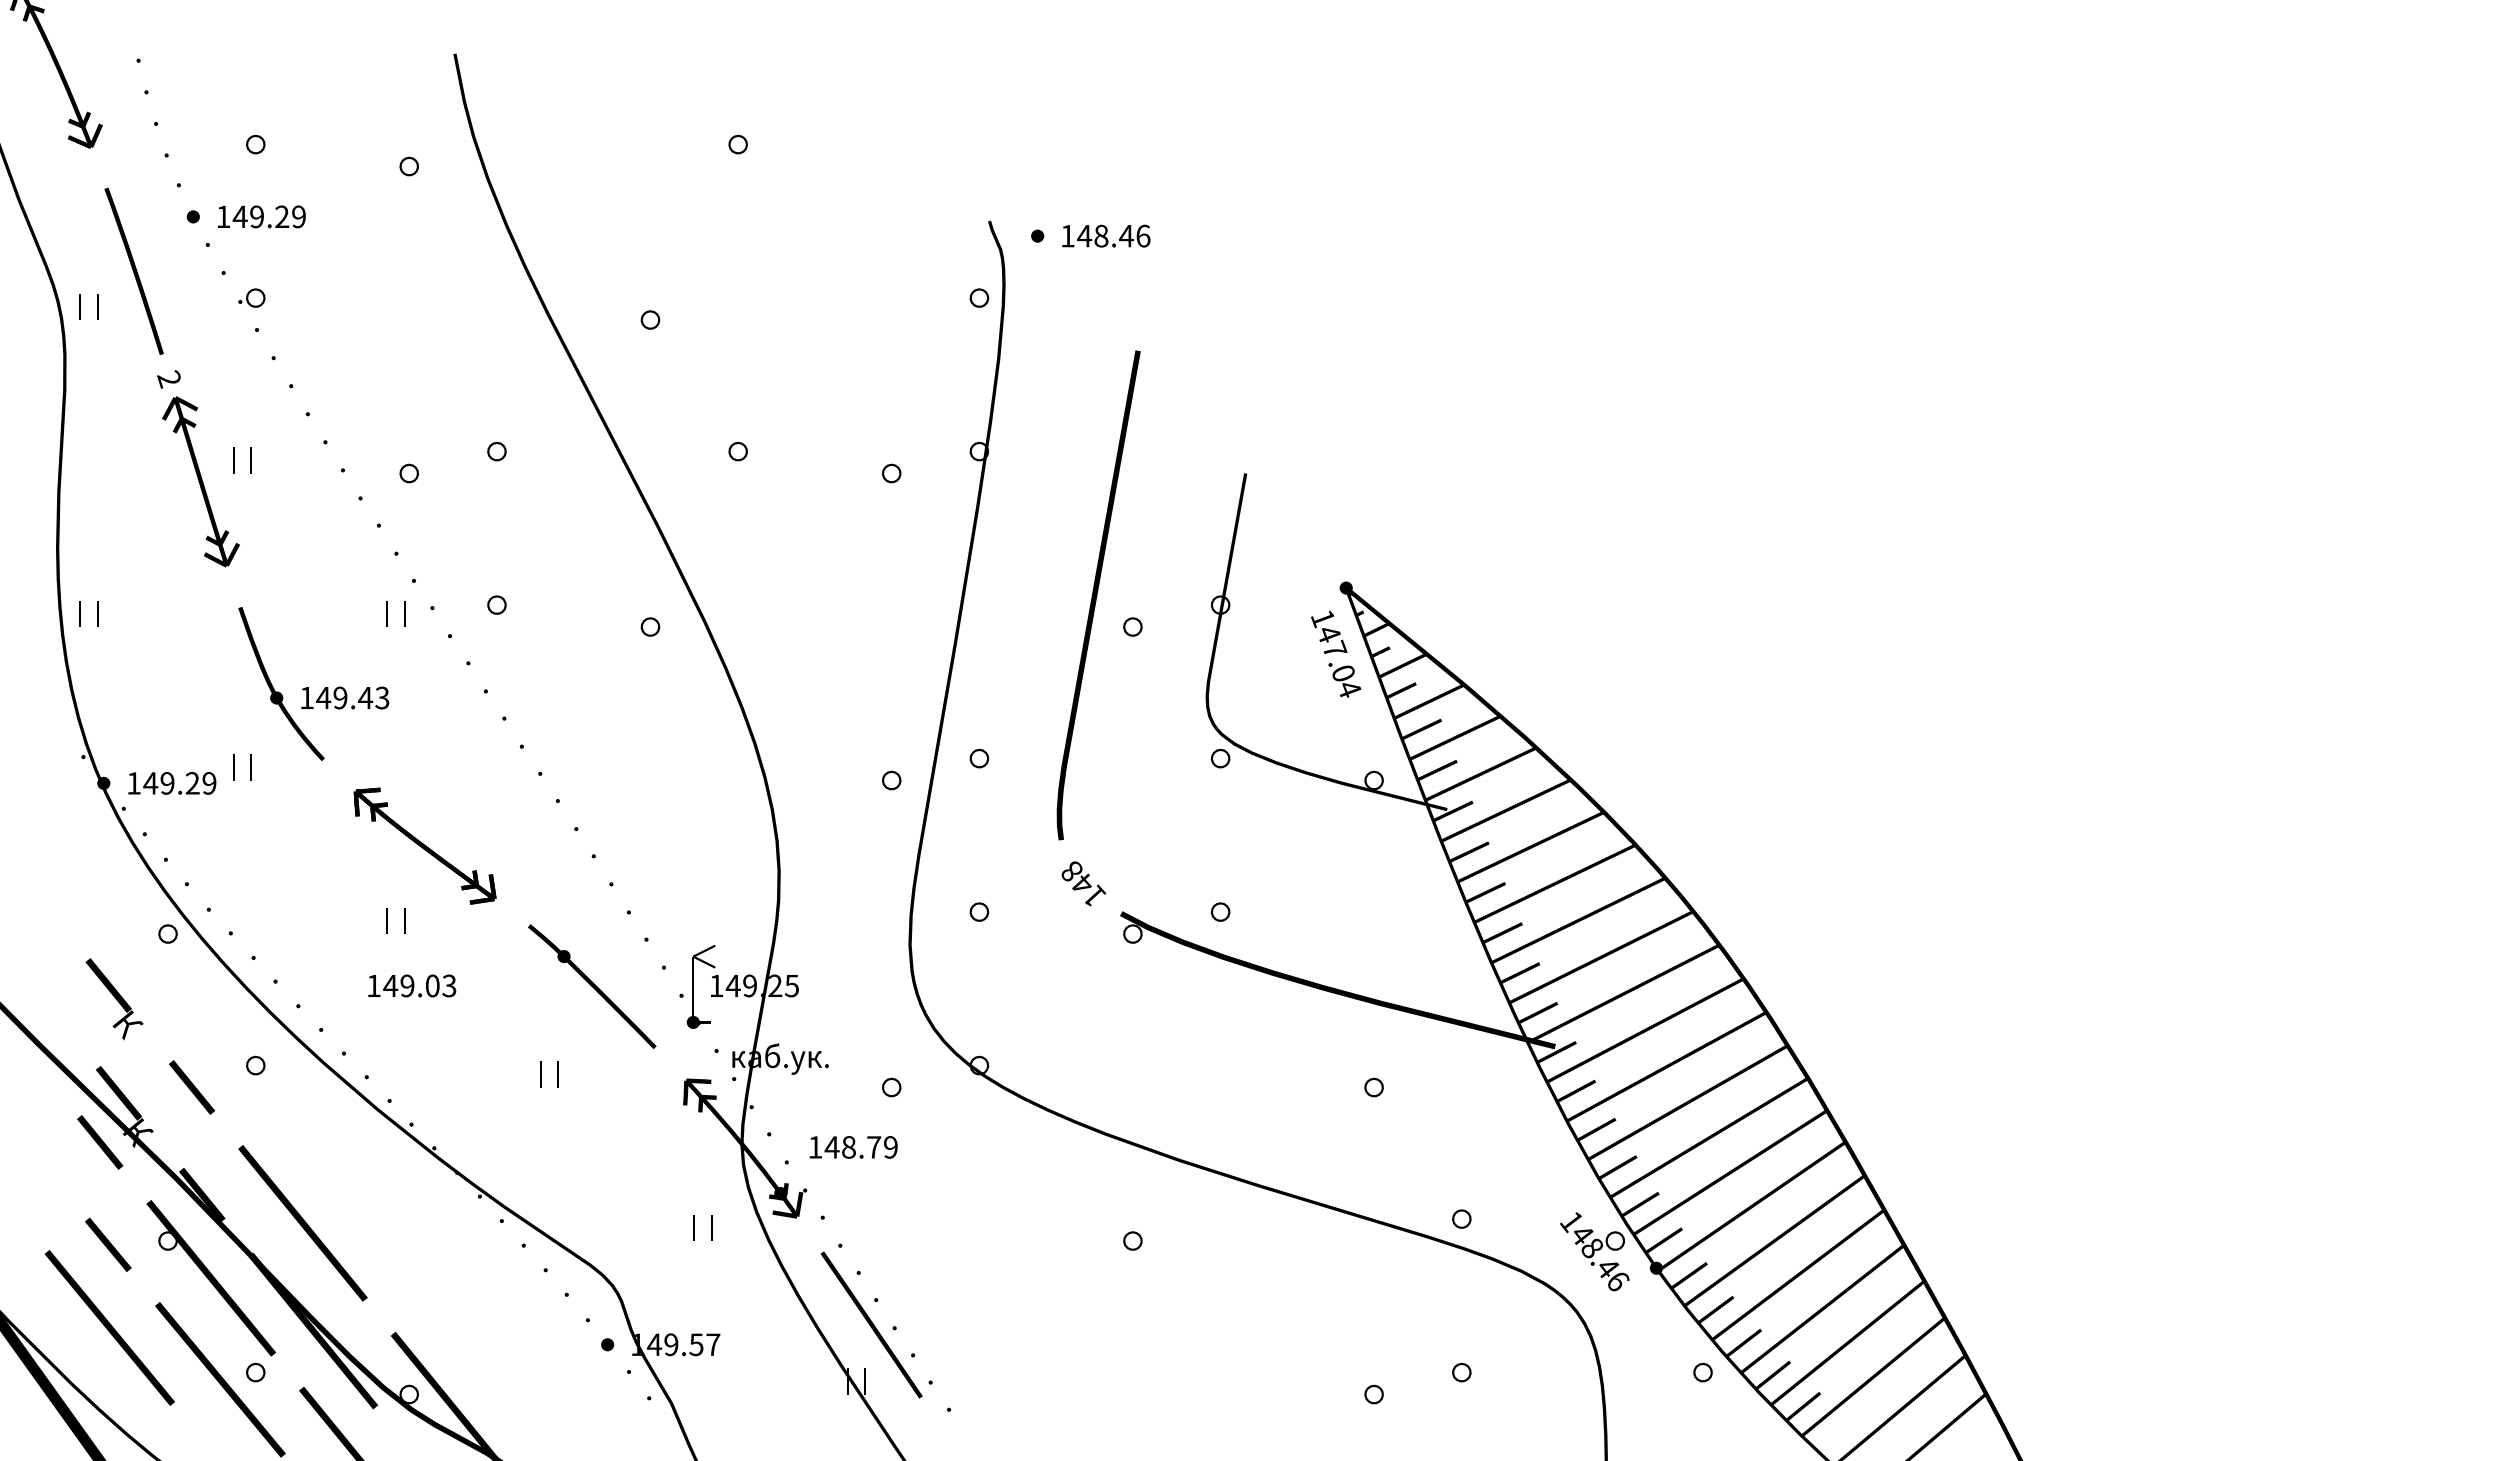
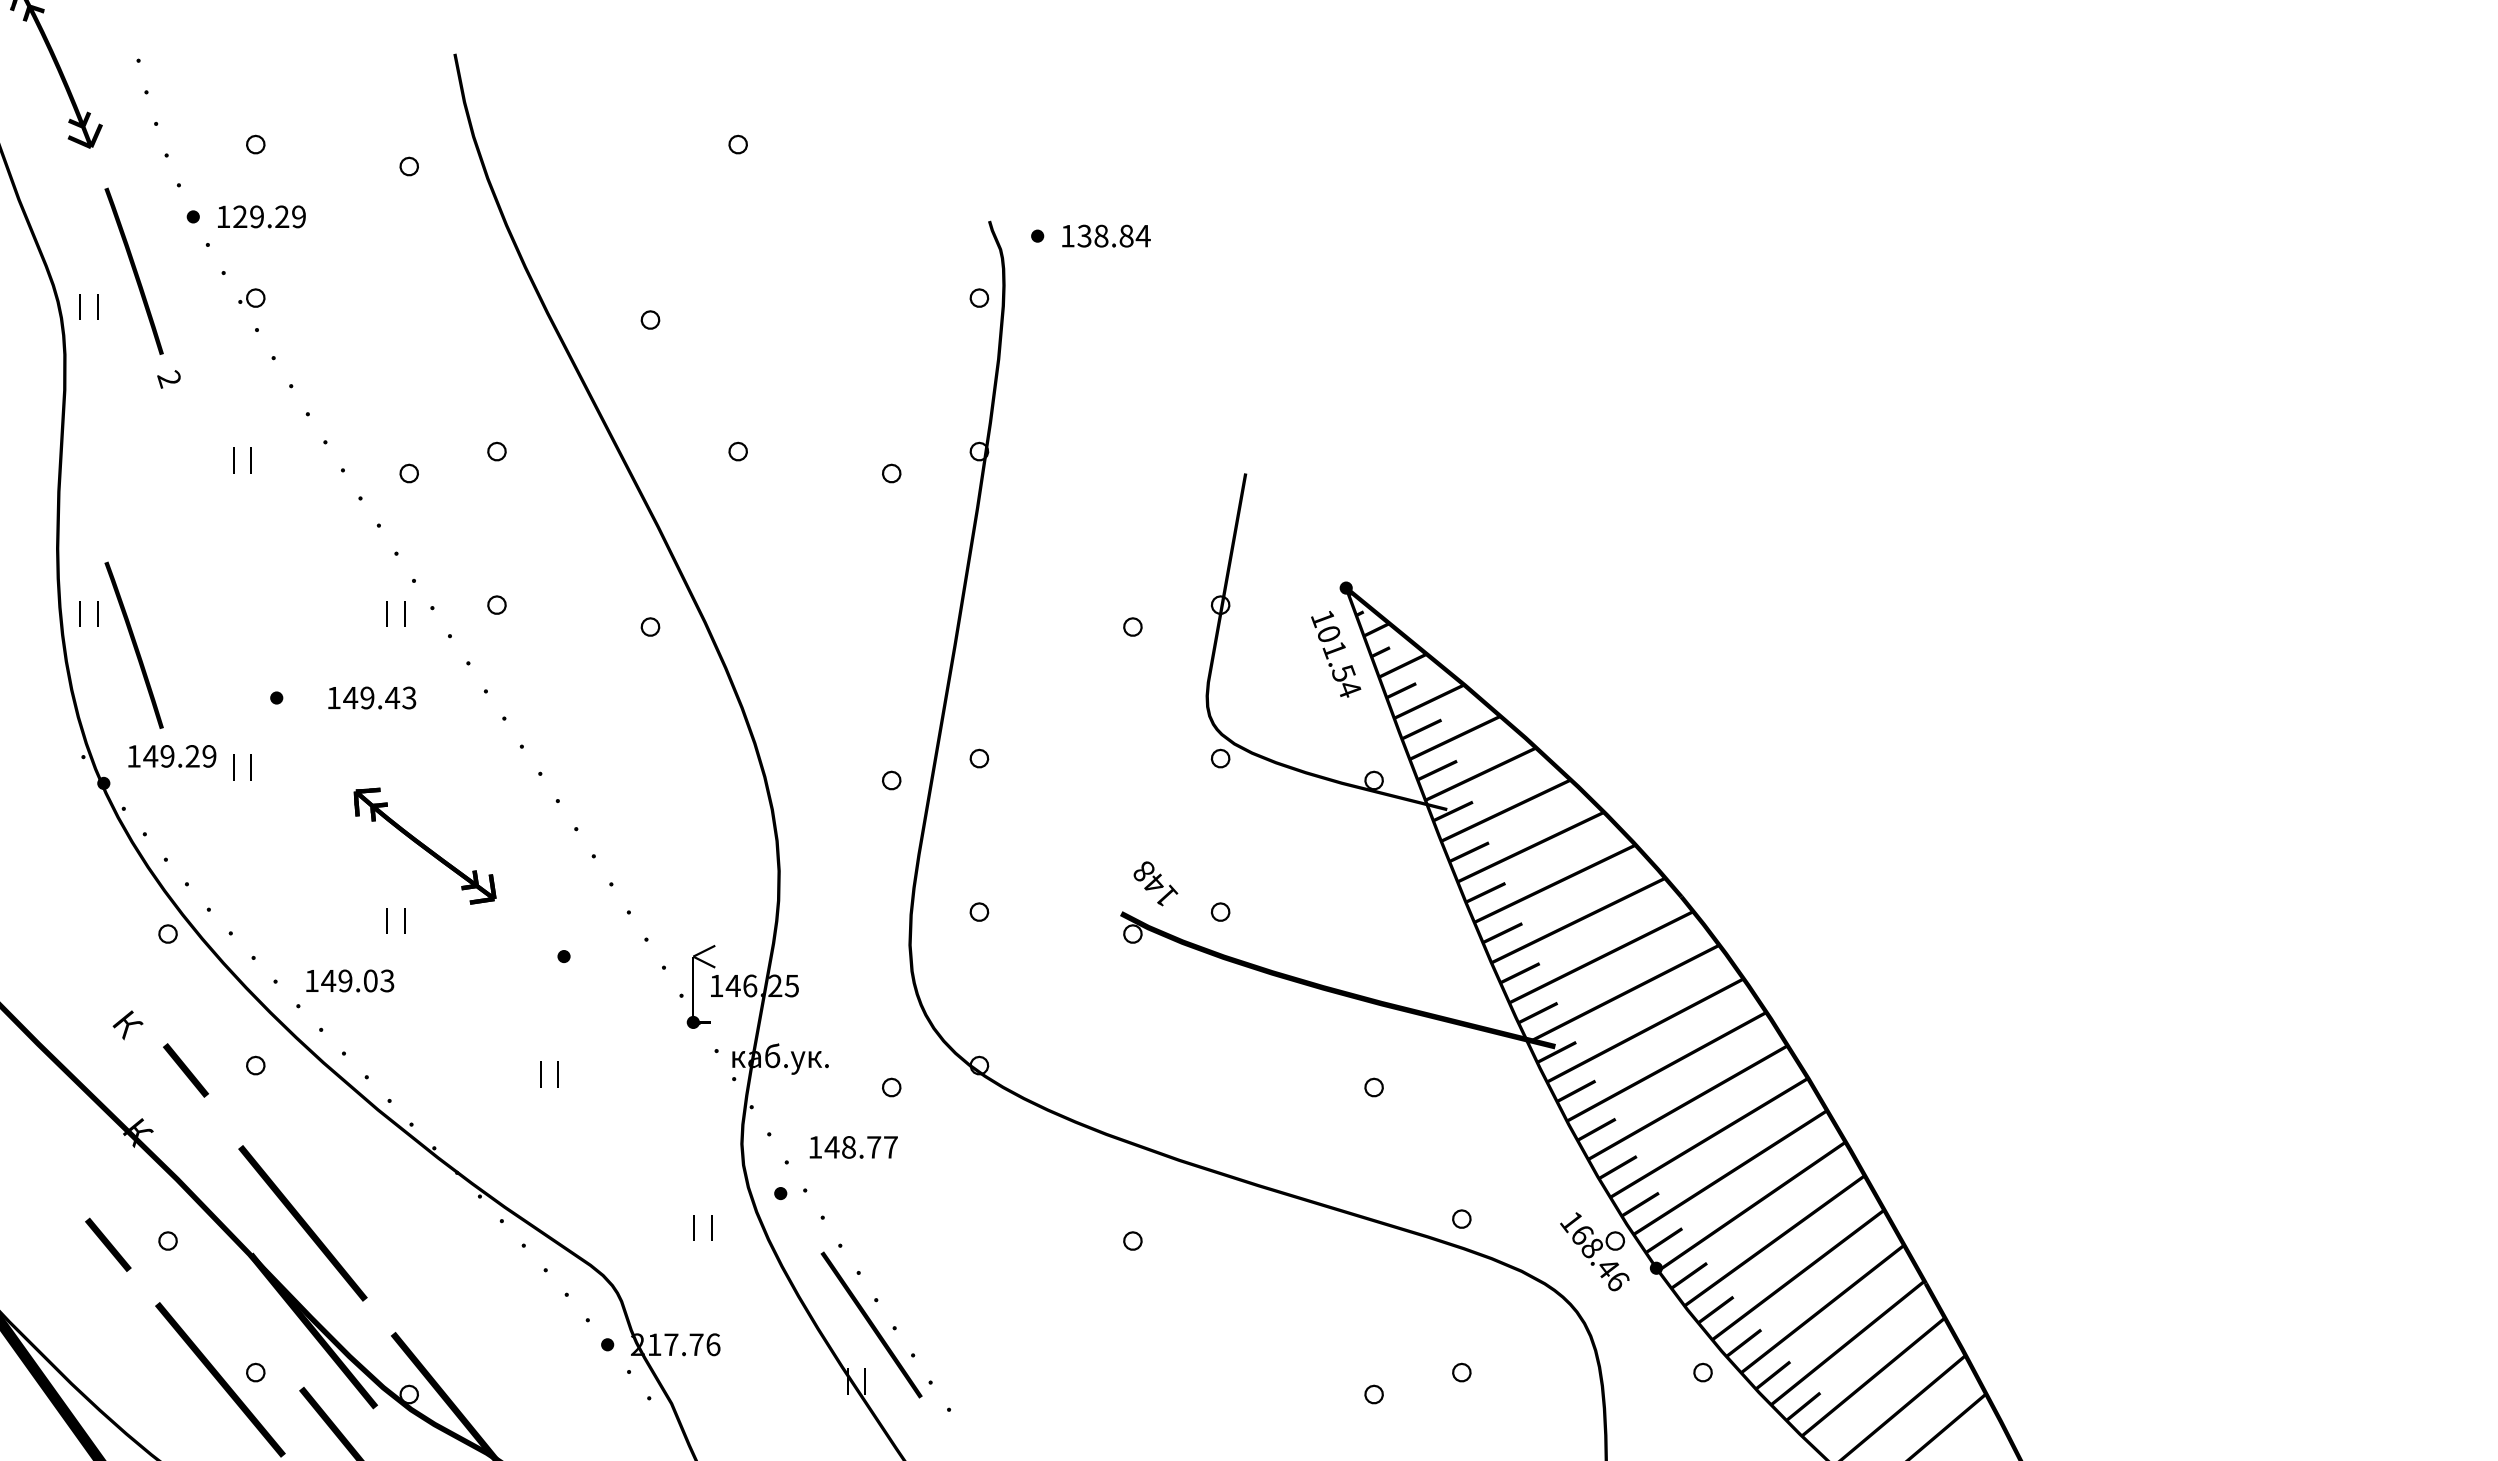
text at (239, 216): 149.29 -> 129.29
text at (1113, 235): 148.46 -> 138.84
fill at (200, 481): present -> none
curve at (1097, 595): present -> none
part at (133, 644): none -> present
text at (1336, 653): 147.04 -> 101.54
fill at (281, 683): present -> none
text at (345, 697) position: (345, 697) -> (372, 697)
text at (172, 783) position: (172, 783) -> (172, 756)
text at (1083, 883) position: (1083, 883) -> (1155, 883)
fill at (108, 985): present -> none
text at (412, 985) position: (412, 985) -> (350, 980)
text at (750, 985): 149.25 -> 146.25
fill at (591, 986): present -> none
part at (191, 1087) position: (191, 1087) -> (185, 1070)
fill at (118, 1092): present -> none
fill at (99, 1142): present -> none
text at (890, 1147): 148.79 -> 148.77
fill at (743, 1148): present -> none
fill at (201, 1194): present -> none
text at (1582, 1235): 148.46 -> 168.46
fill at (211, 1277): present -> none
fill at (109, 1327): present -> none
text at (675, 1344): 149.57 -> 217.76
